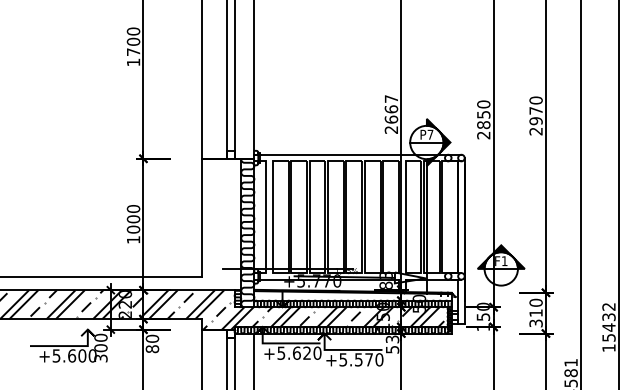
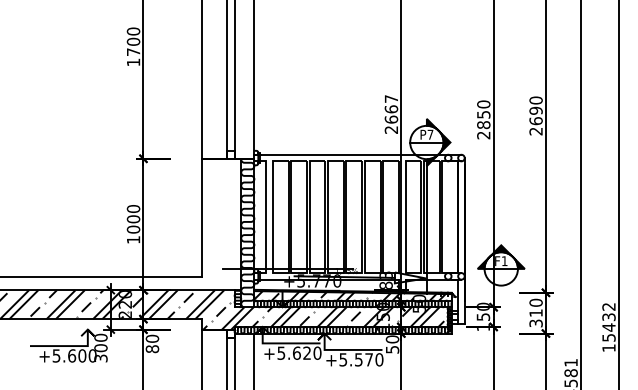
text at (535, 115): 2970 -> 2690
hatch at (349, 295): none -> present
text at (392, 339): 53 -> 50
